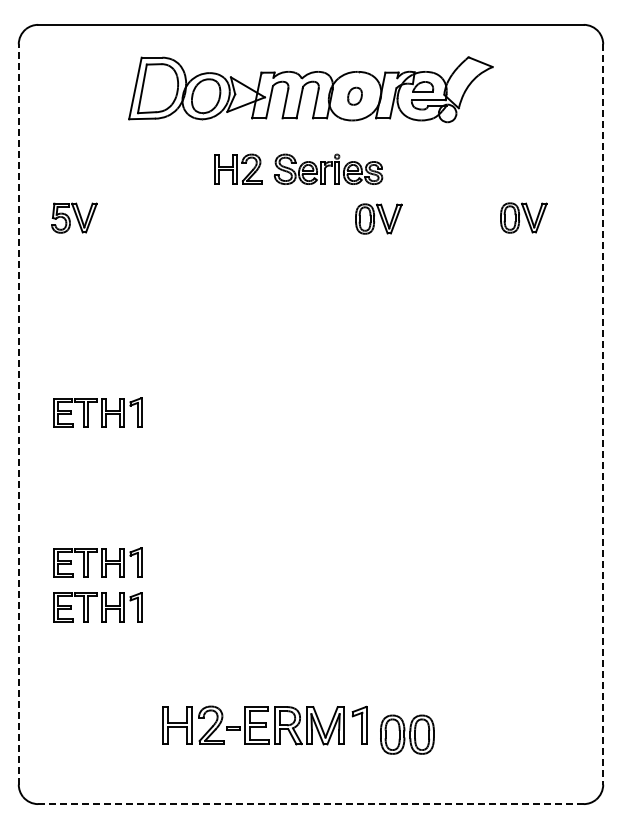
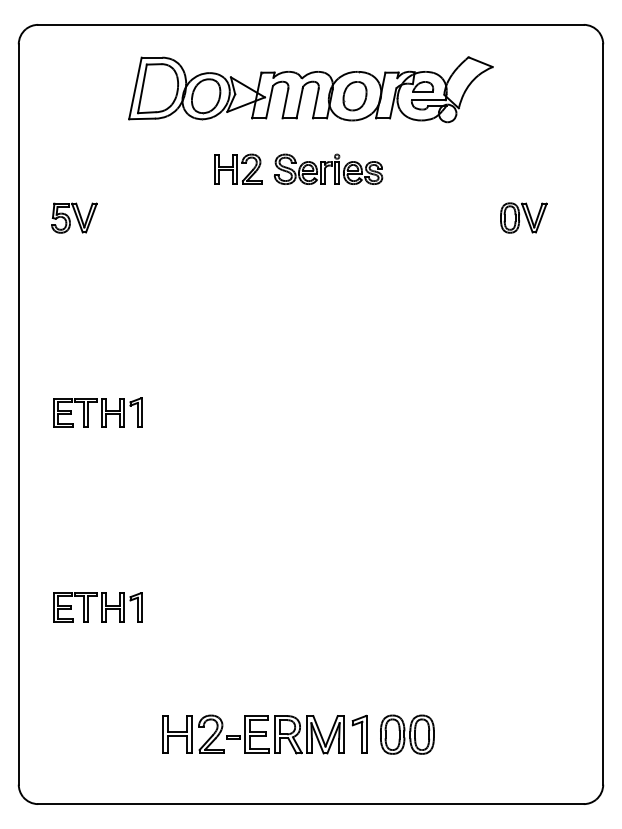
part at (354, 95) size: 16x20 px -> 26x31 px
part at (378, 218): present -> none
line at (18, 413): dashed -> solid
line at (603, 414): dashed -> solid
part at (97, 562): present -> none
part at (264, 725) position: (264, 725) -> (264, 734)
line at (310, 804): dashed -> solid
